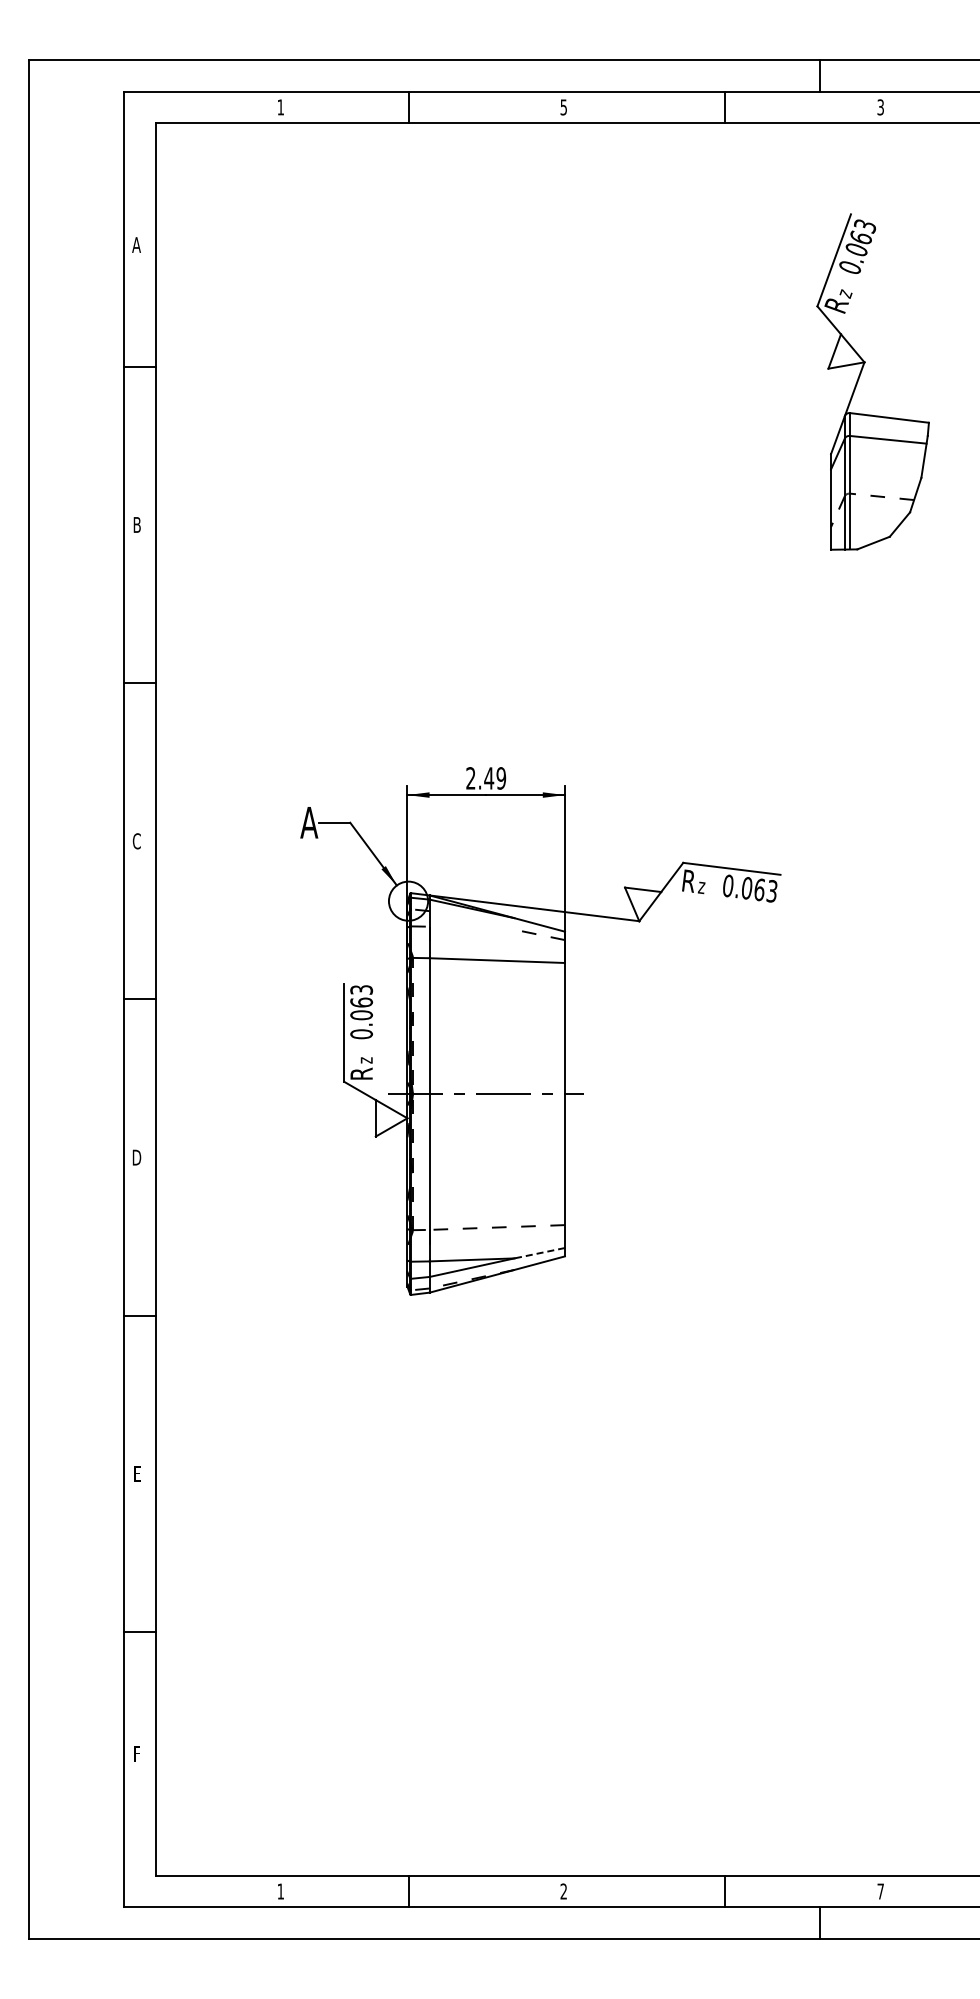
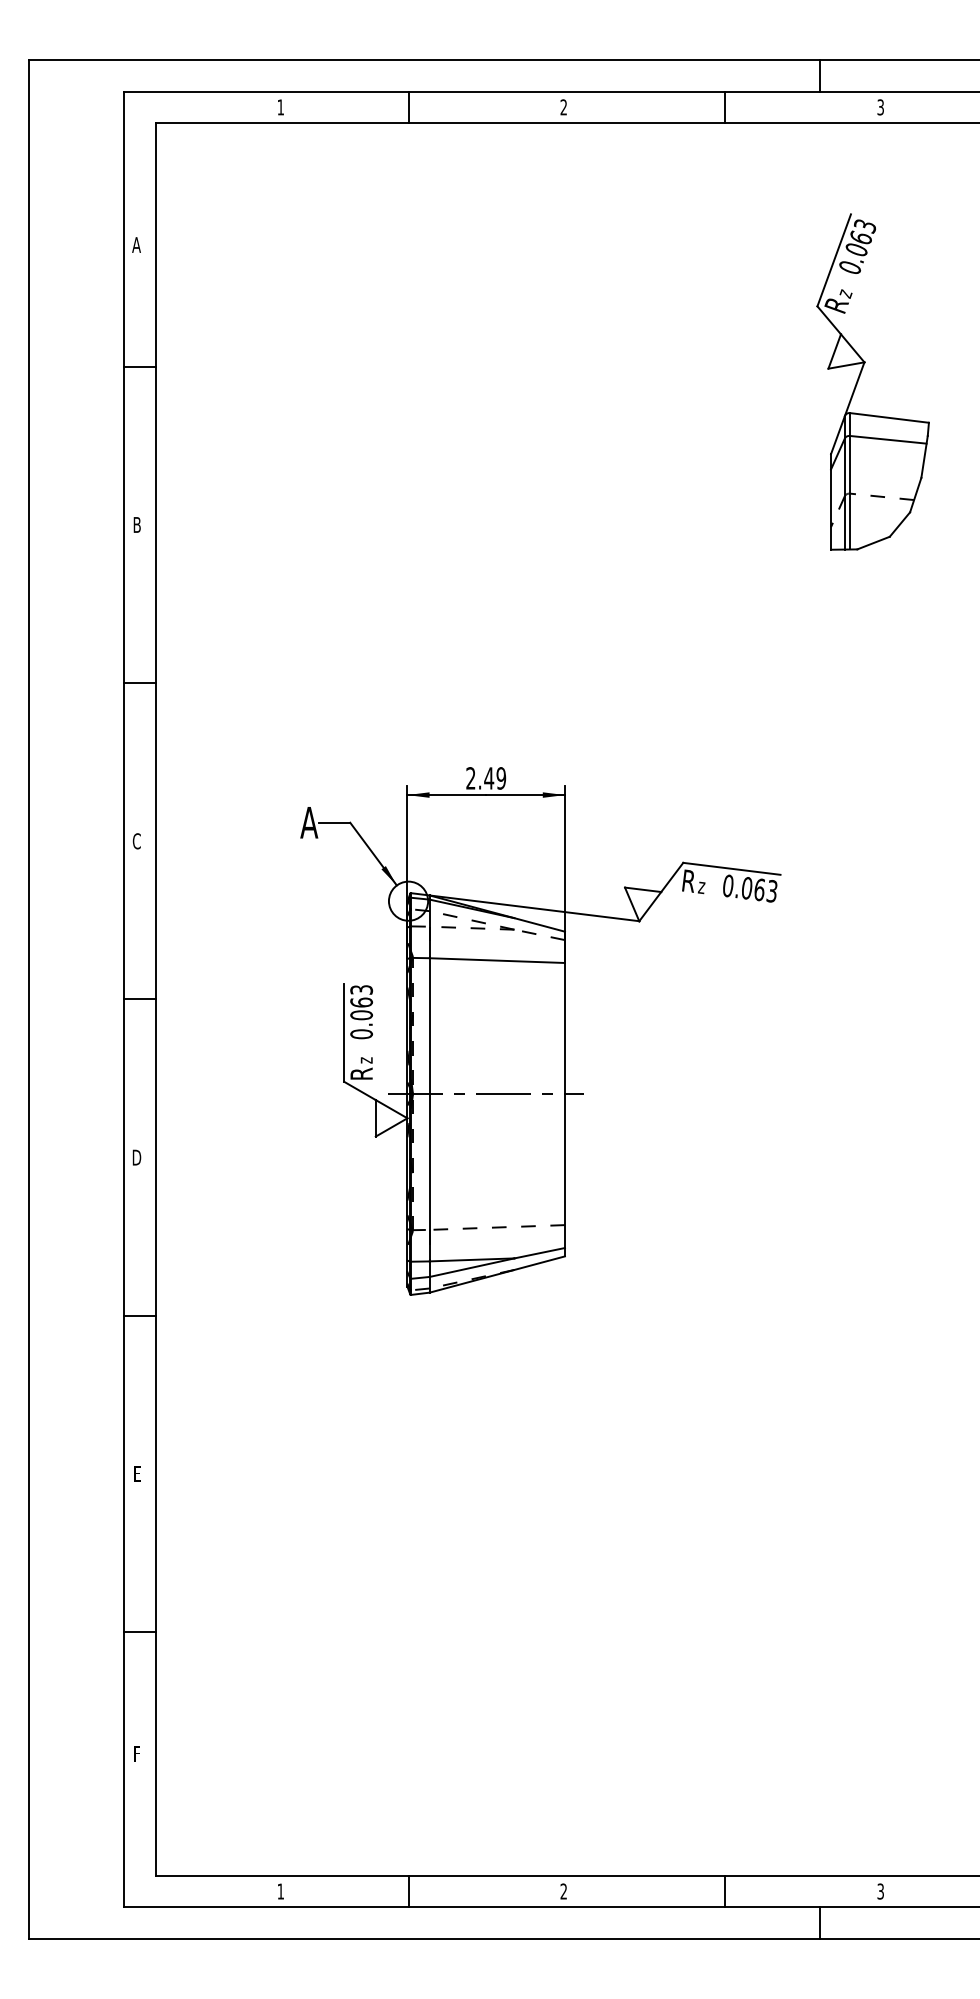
text at (563, 107): 5 -> 2
part at (477, 921): none -> present
line at (539, 1253): dashed -> solid
text at (880, 1891): 7 -> 3
